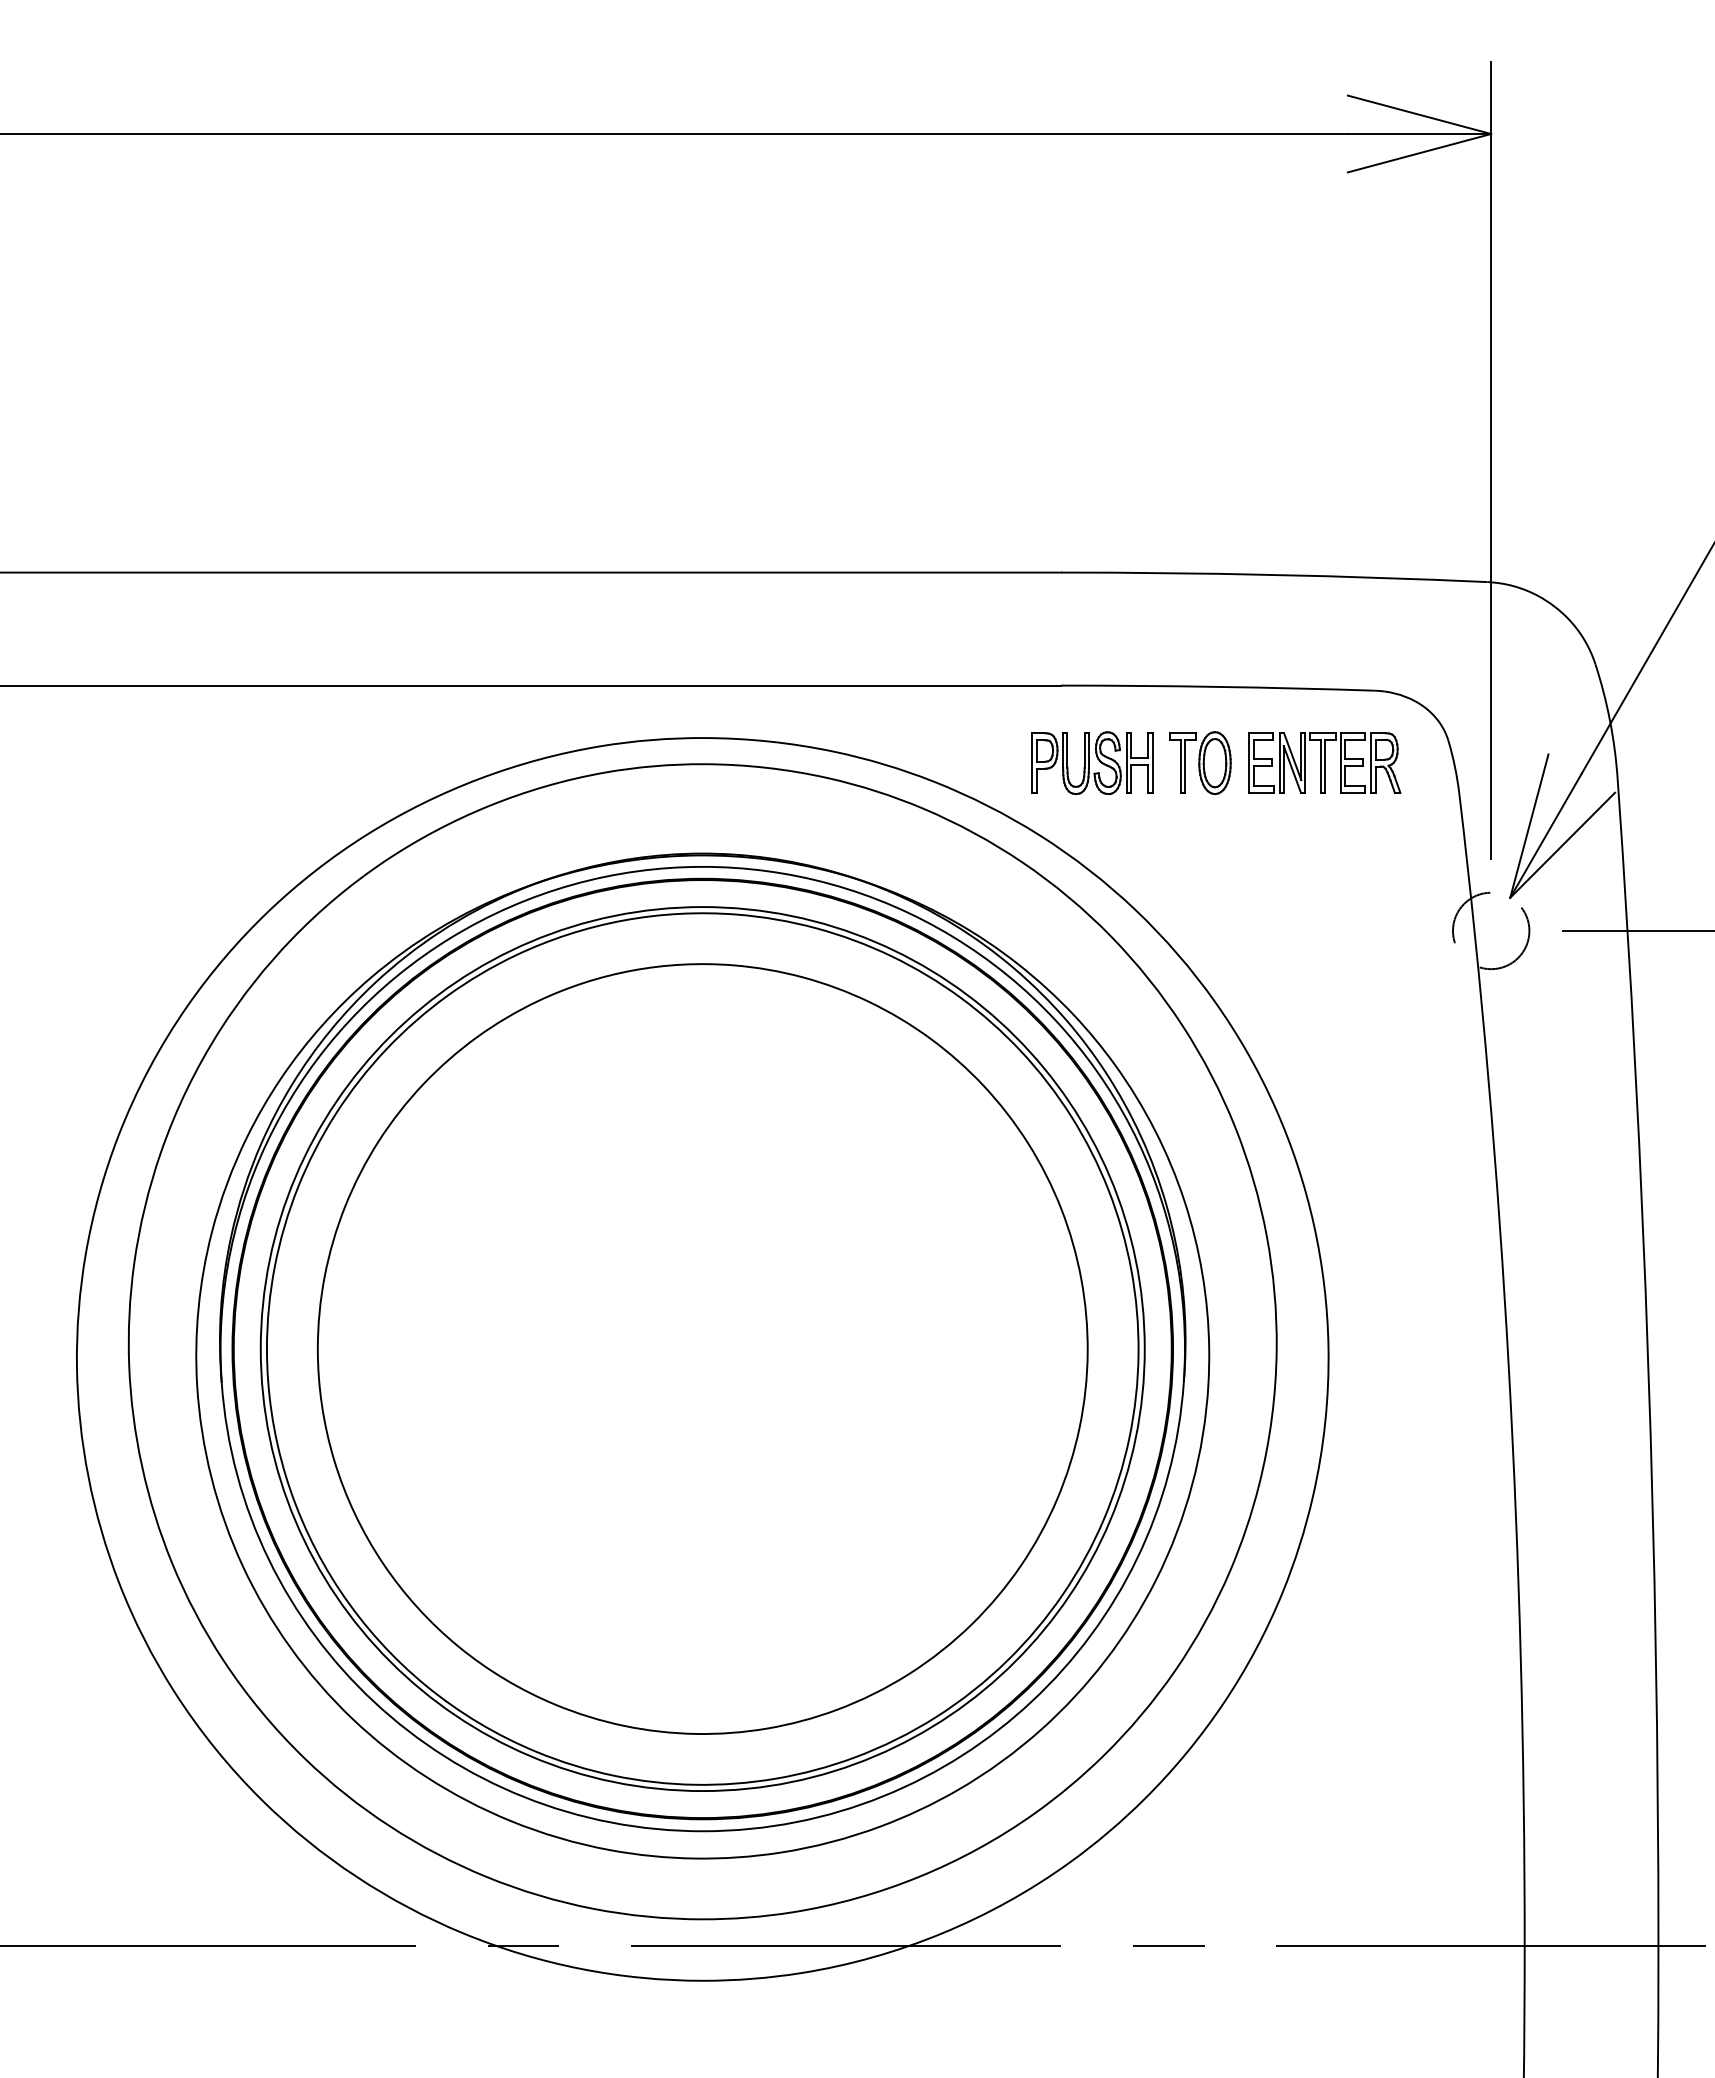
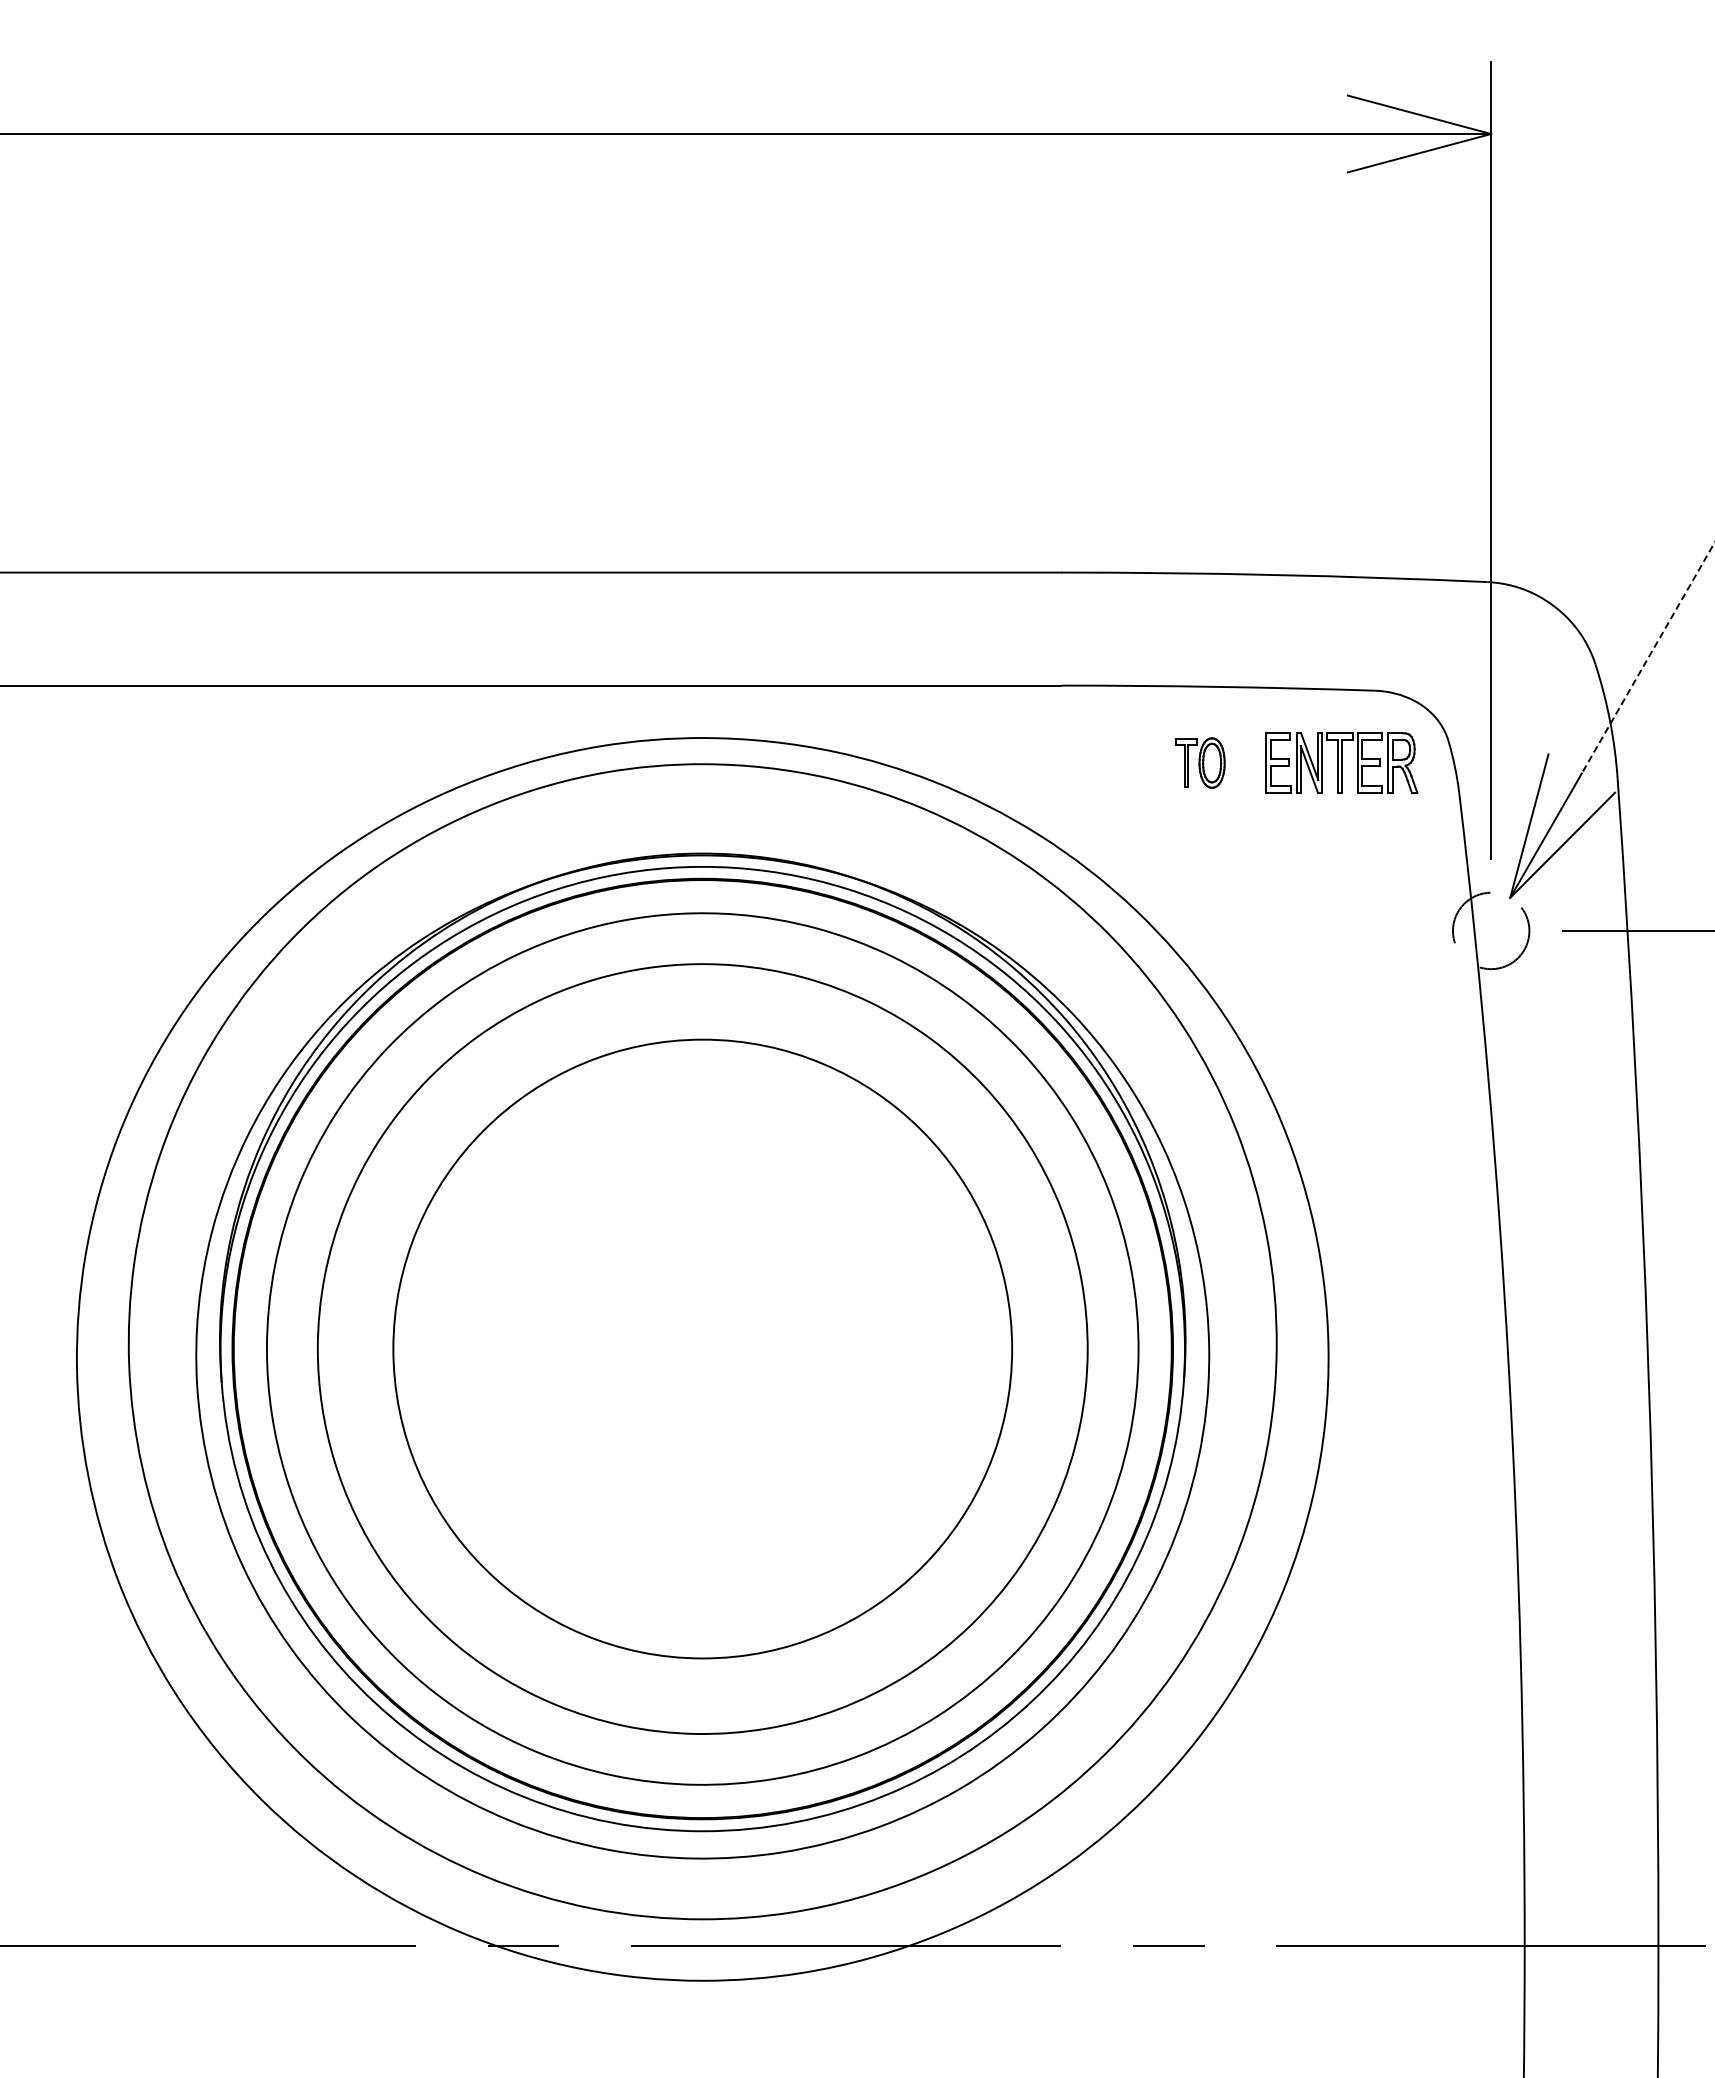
line at (1648, 658): solid -> dashed
part at (1092, 762): present -> none
part at (1200, 762) size: 63x64 px -> 51x52 px
part at (1324, 762) position: (1324, 762) -> (1341, 762)
circle at (702, 1349) diameter: 884 px -> 619 px
